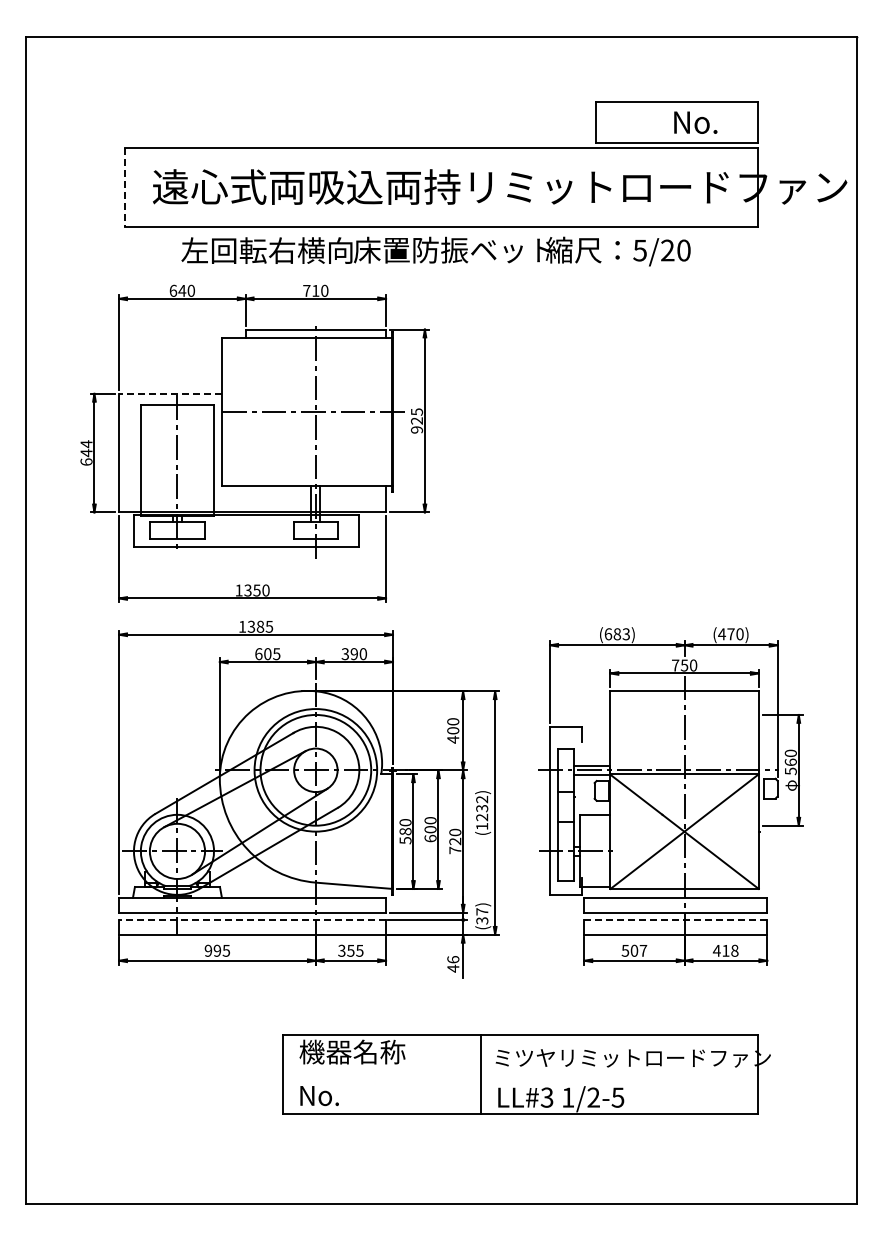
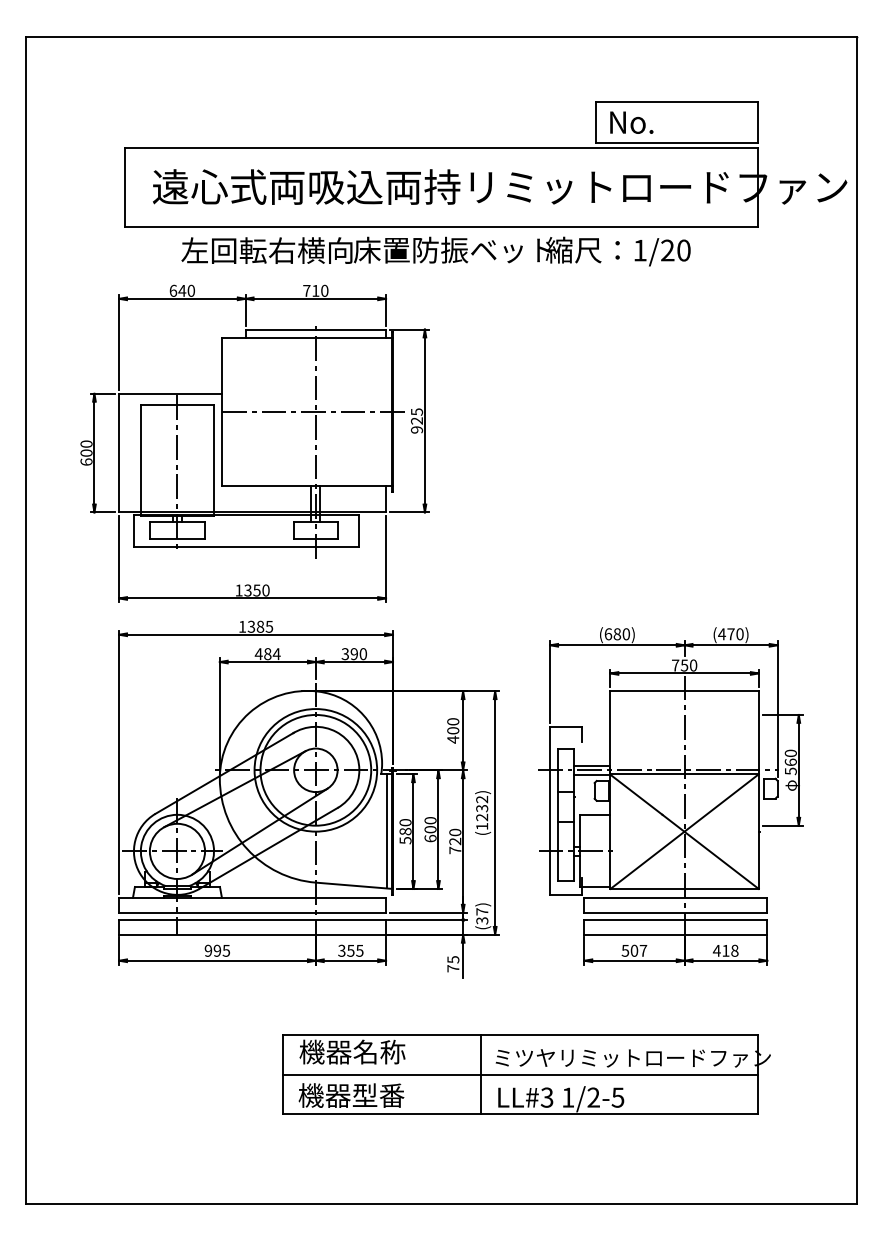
text at (695, 122) position: (695, 122) -> (631, 122)
line at (125, 187): dashed -> solid
text at (639, 250): 5/20 -> 1/20
line at (170, 393): dashed -> solid
text at (86, 448): 644 -> 600
text at (625, 634): (683) -> (680)
text at (267, 654): 605 -> 484
line at (387, 831): none -> present
line at (252, 920): dashed -> solid
line at (676, 920): dashed -> solid
text at (453, 964): 46 -> 75
line at (520, 1074): none -> present
text at (351, 1095): No. -> 機器型番
